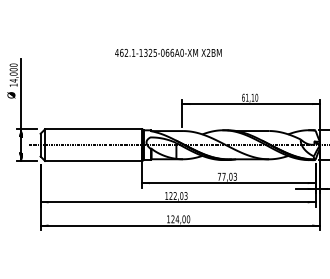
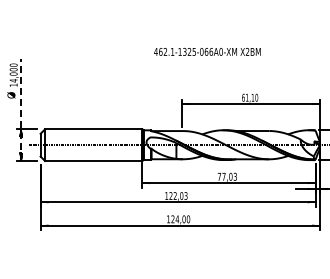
text at (168, 52) position: (168, 52) -> (207, 51)
line at (21, 109): solid -> dashed
